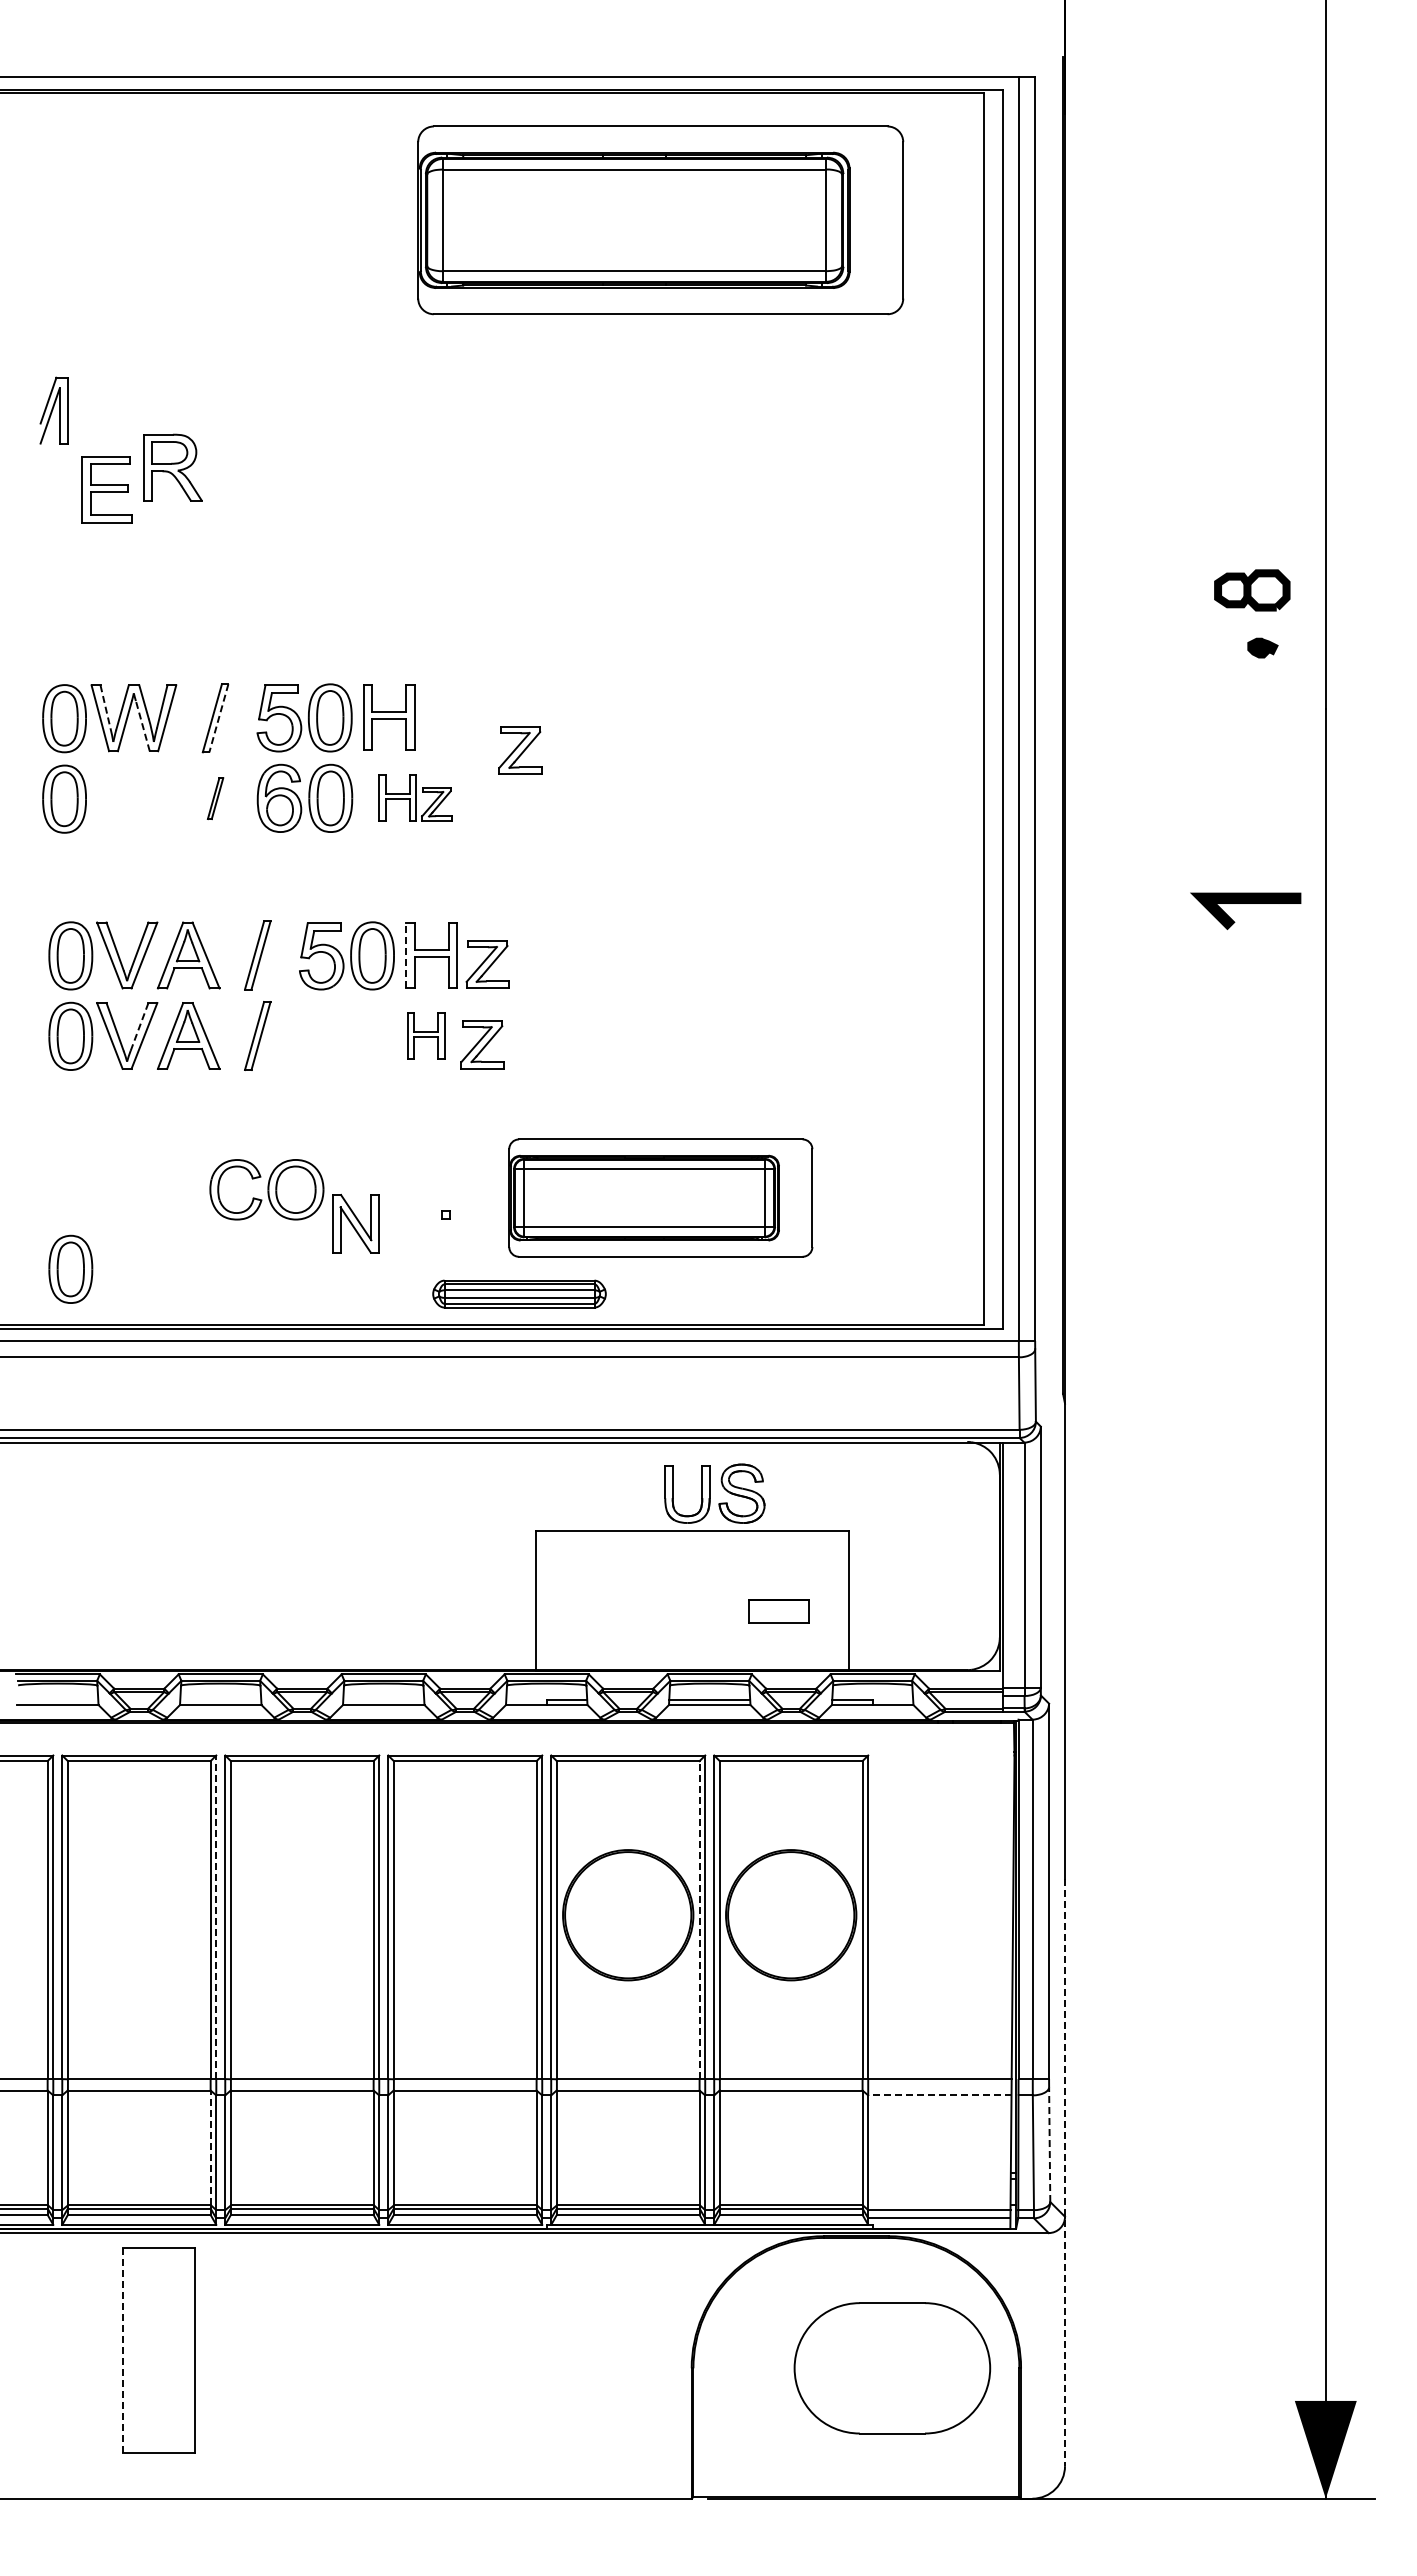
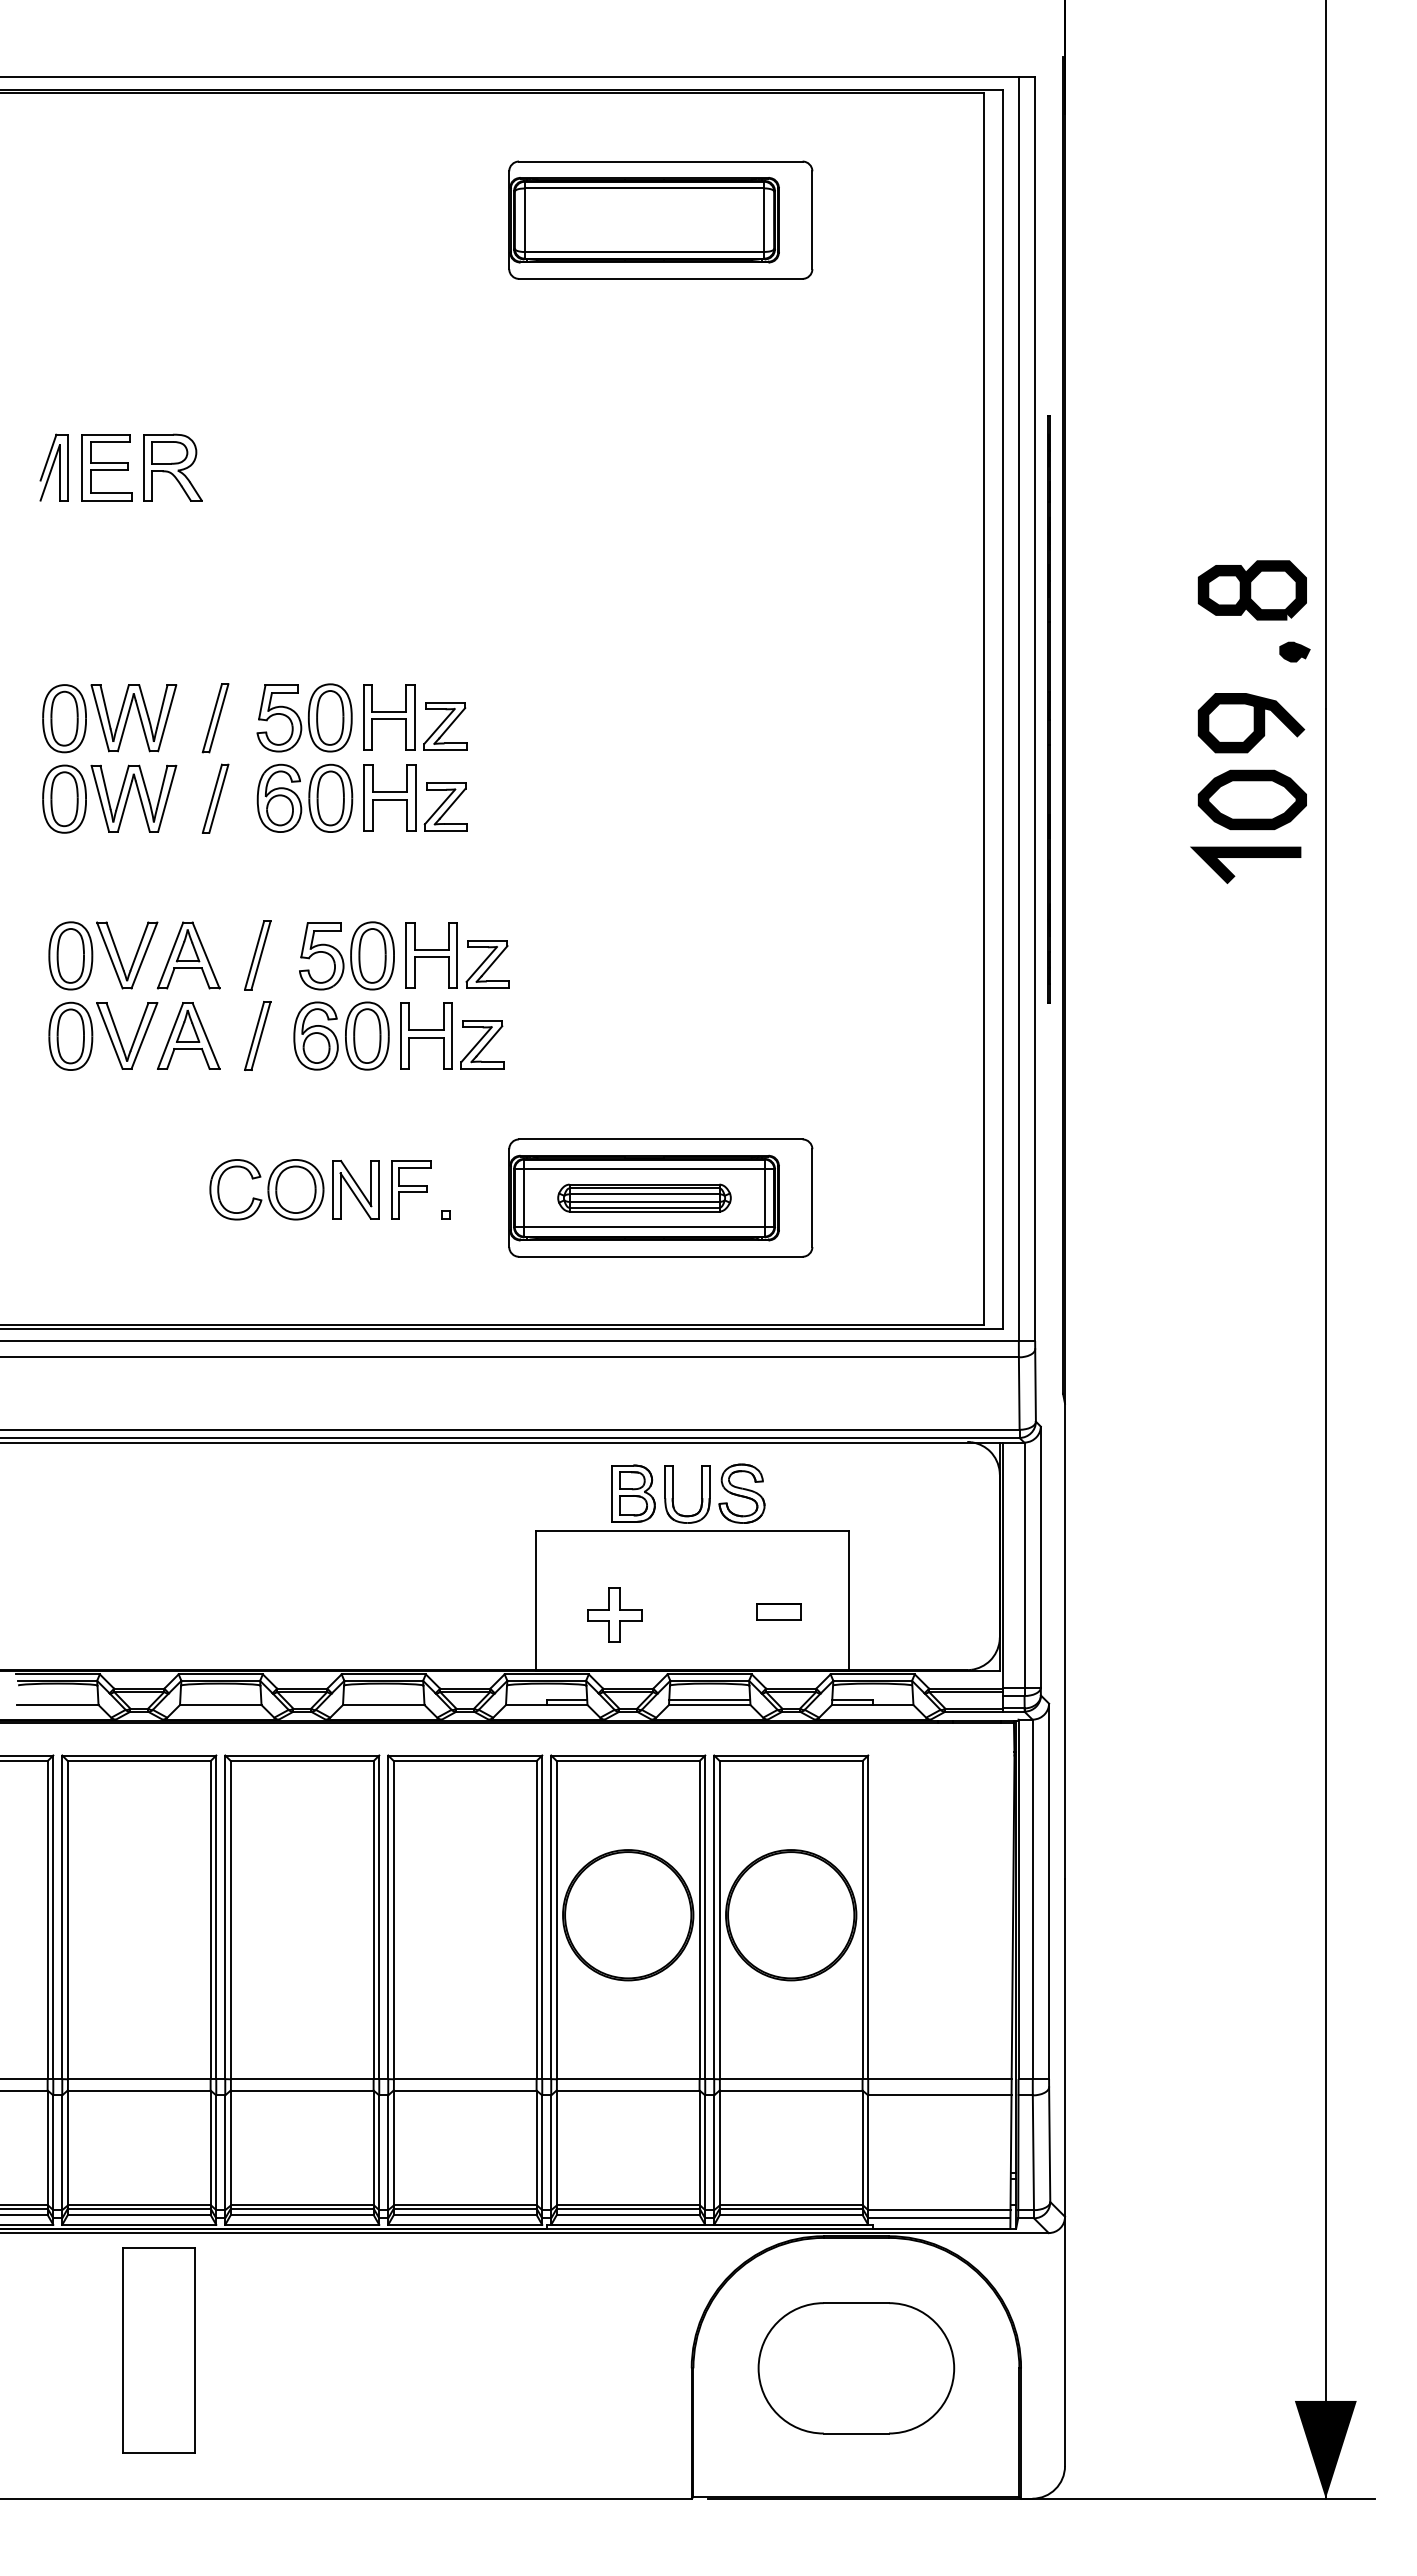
part at (660, 220) size: 488x191 px -> 306x120 px
part at (53, 410) position: (53, 410) -> (53, 467)
part at (106, 489) position: (106, 489) -> (106, 467)
part at (1252, 590) size: 77x43 px -> 110x61 px
part at (1262, 647) position: (1262, 647) -> (1294, 651)
line at (105, 707): dashed -> solid
line at (1048, 709): none -> present
line at (218, 718): dashed -> solid
curve at (1253, 723): none -> present
line at (142, 725): dashed -> solid
part at (520, 750) position: (520, 750) -> (445, 726)
part at (415, 797) size: 75x48 px -> 105x68 px
part at (133, 798): none -> present
part at (215, 798) size: 19x43 px -> 29x71 px
part at (1251, 799): none -> present
line at (1245, 903) position: (1245, 903) -> (1245, 857)
line at (405, 955): dashed -> solid
line at (139, 1026): dashed -> solid
part at (341, 1035): none -> present
part at (426, 1035) size: 39x48 px -> 53x68 px
part at (411, 1189): none -> present
part at (355, 1223) position: (355, 1223) -> (355, 1189)
part at (70, 1268): present -> none
part at (519, 1293) position: (519, 1293) -> (644, 1197)
part at (633, 1493): none -> present
part at (778, 1611) size: 62x25 px -> 46x18 px
part at (614, 1614): none -> present
line at (216, 1917): dashed -> solid
line at (699, 1920): dashed -> solid
line at (939, 2095): dashed -> solid
line at (1049, 2144): dashed -> solid
line at (210, 2147): dashed -> solid
line at (1065, 2173): dashed -> solid
line at (122, 2350): dashed -> solid
part at (892, 2368) position: (892, 2368) -> (856, 2368)
